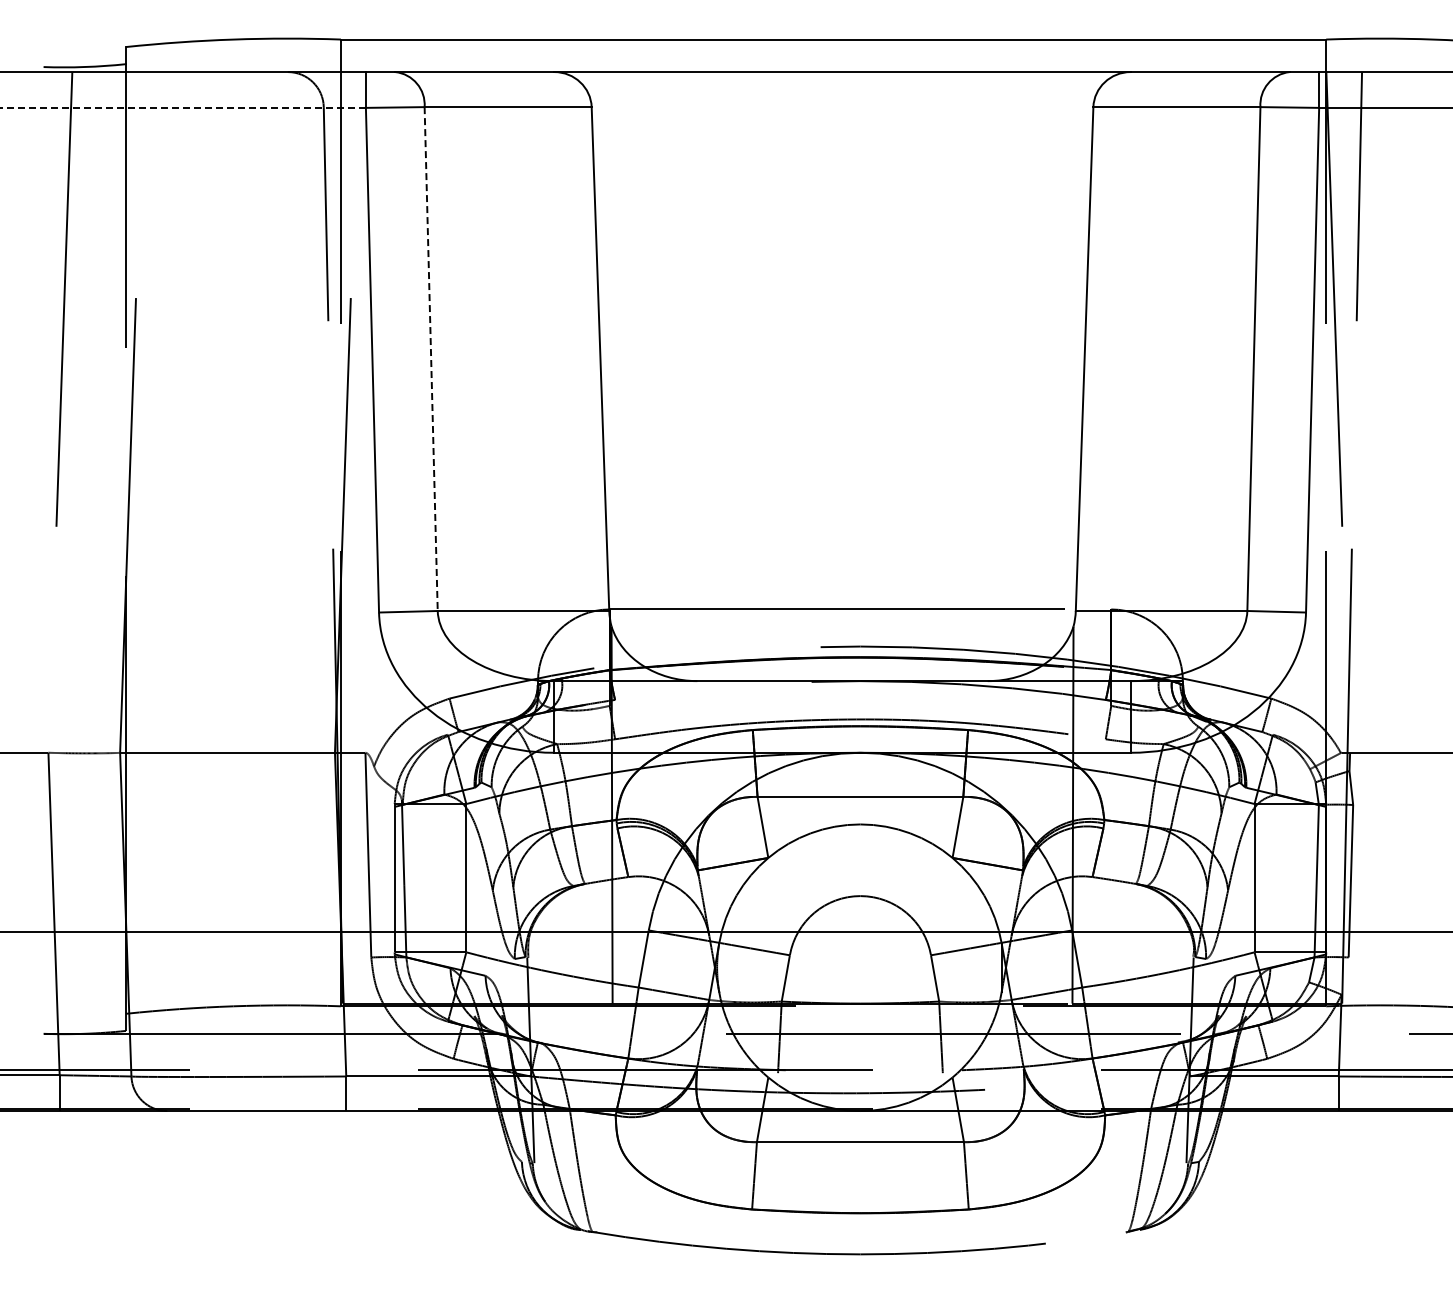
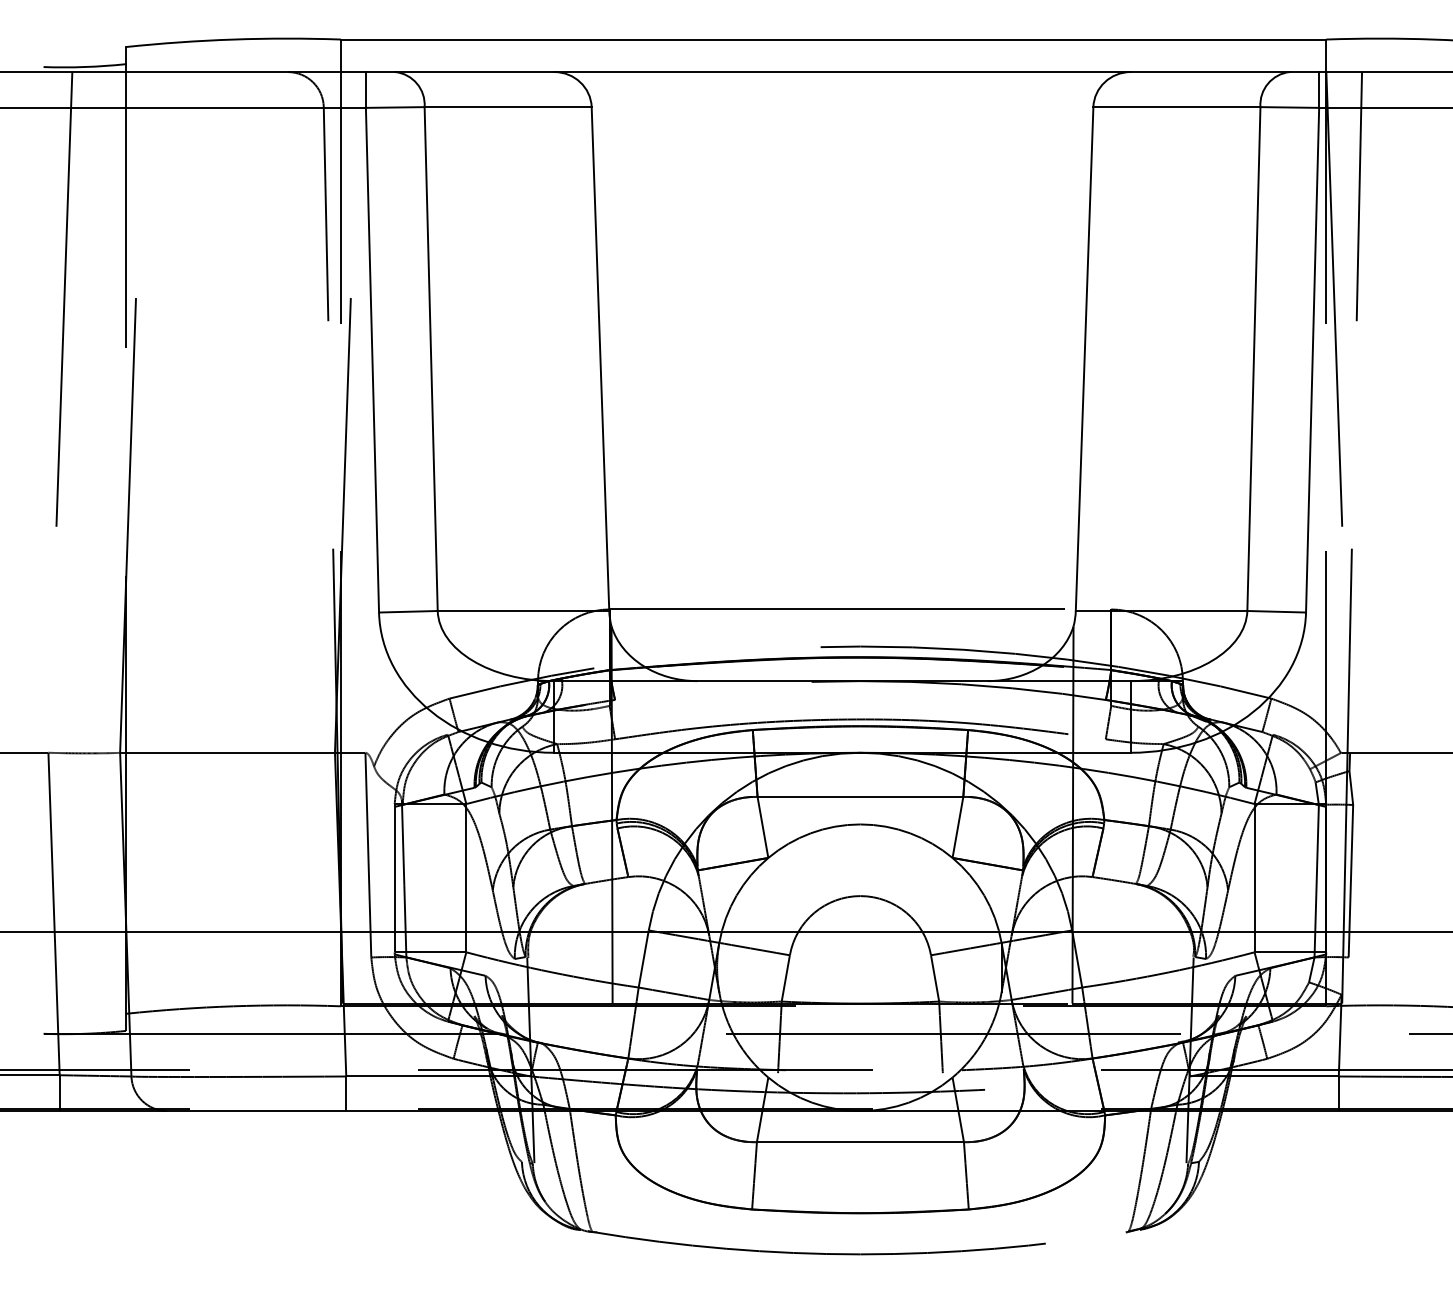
line at (182, 107): dashed -> solid
line at (431, 359): dashed -> solid
